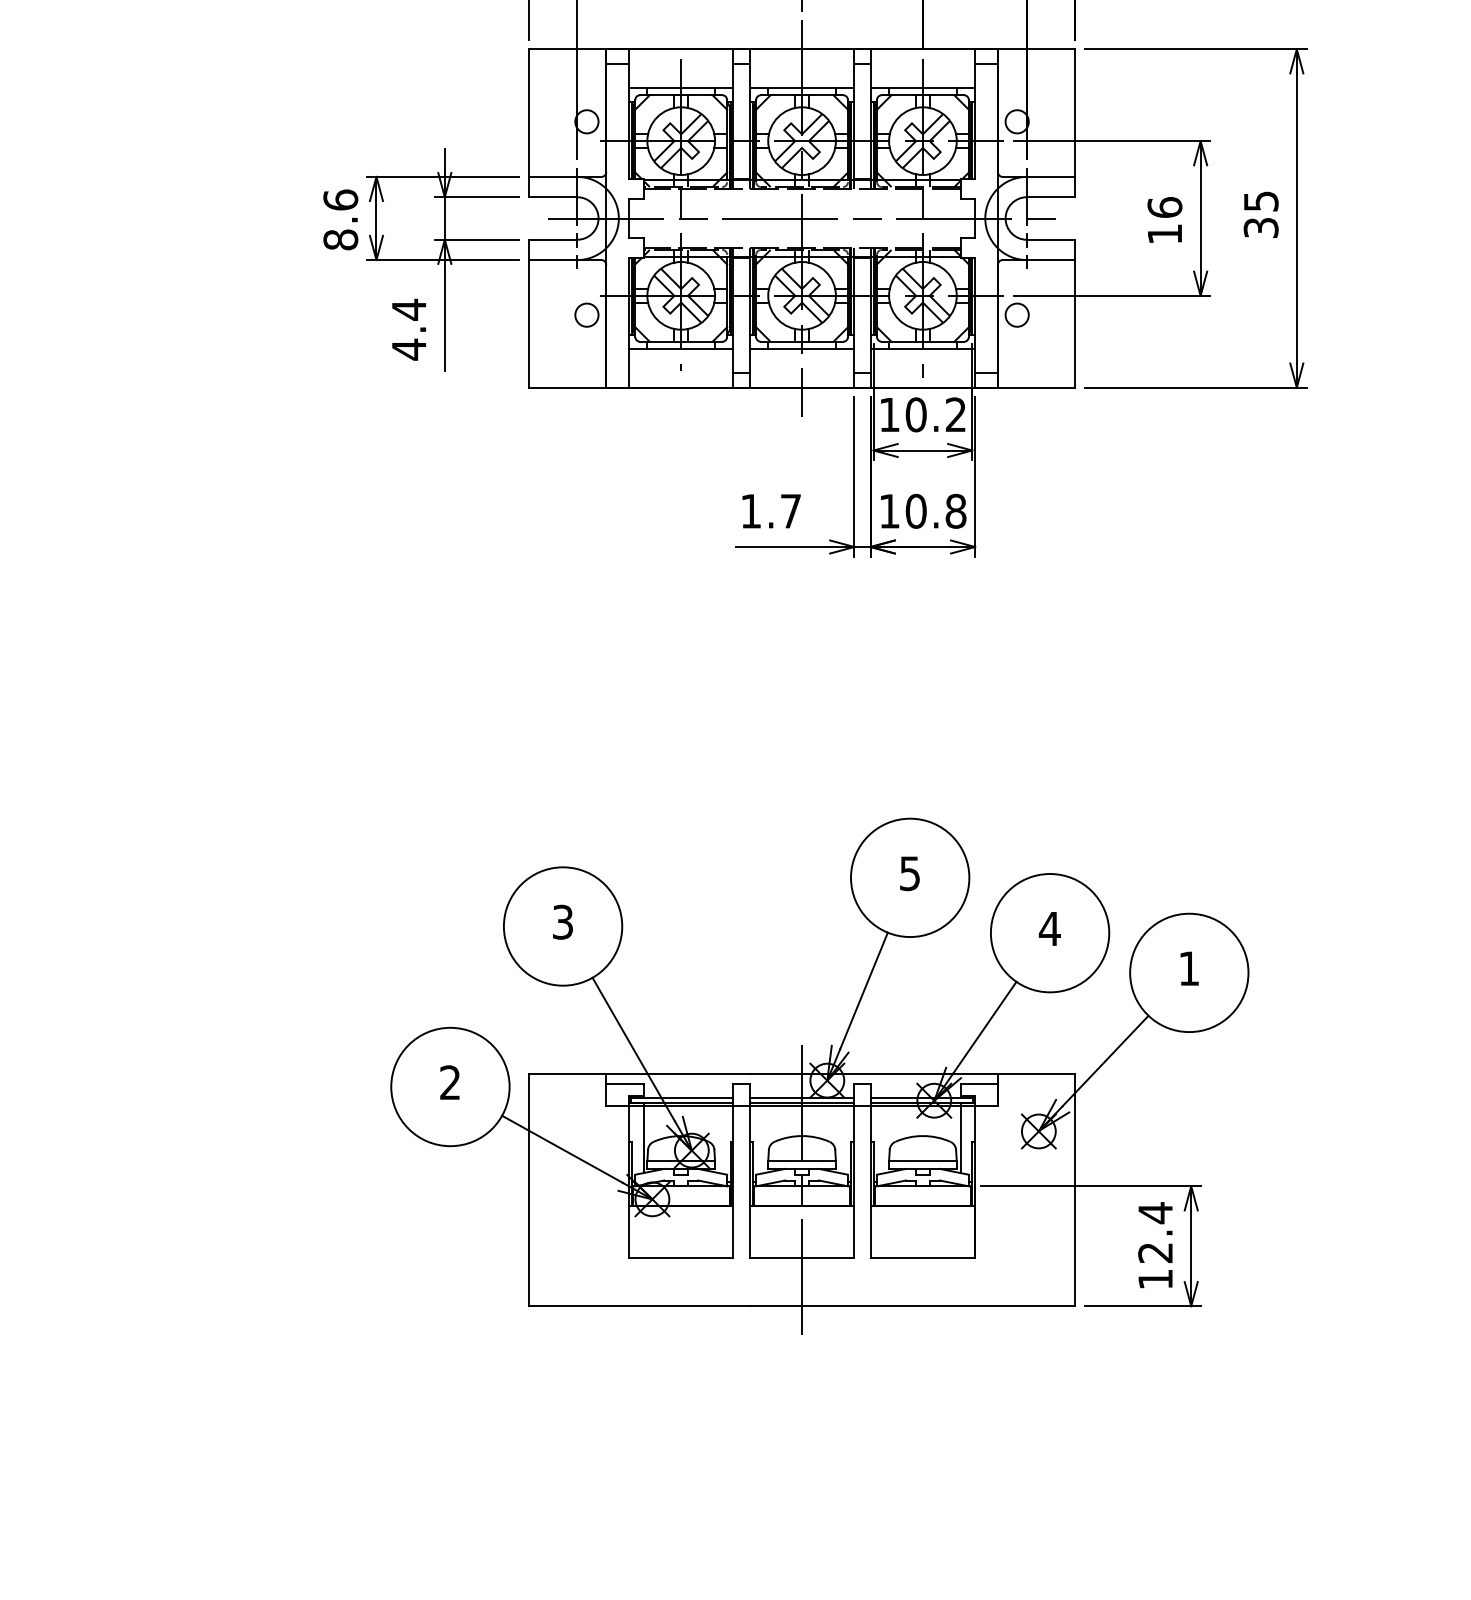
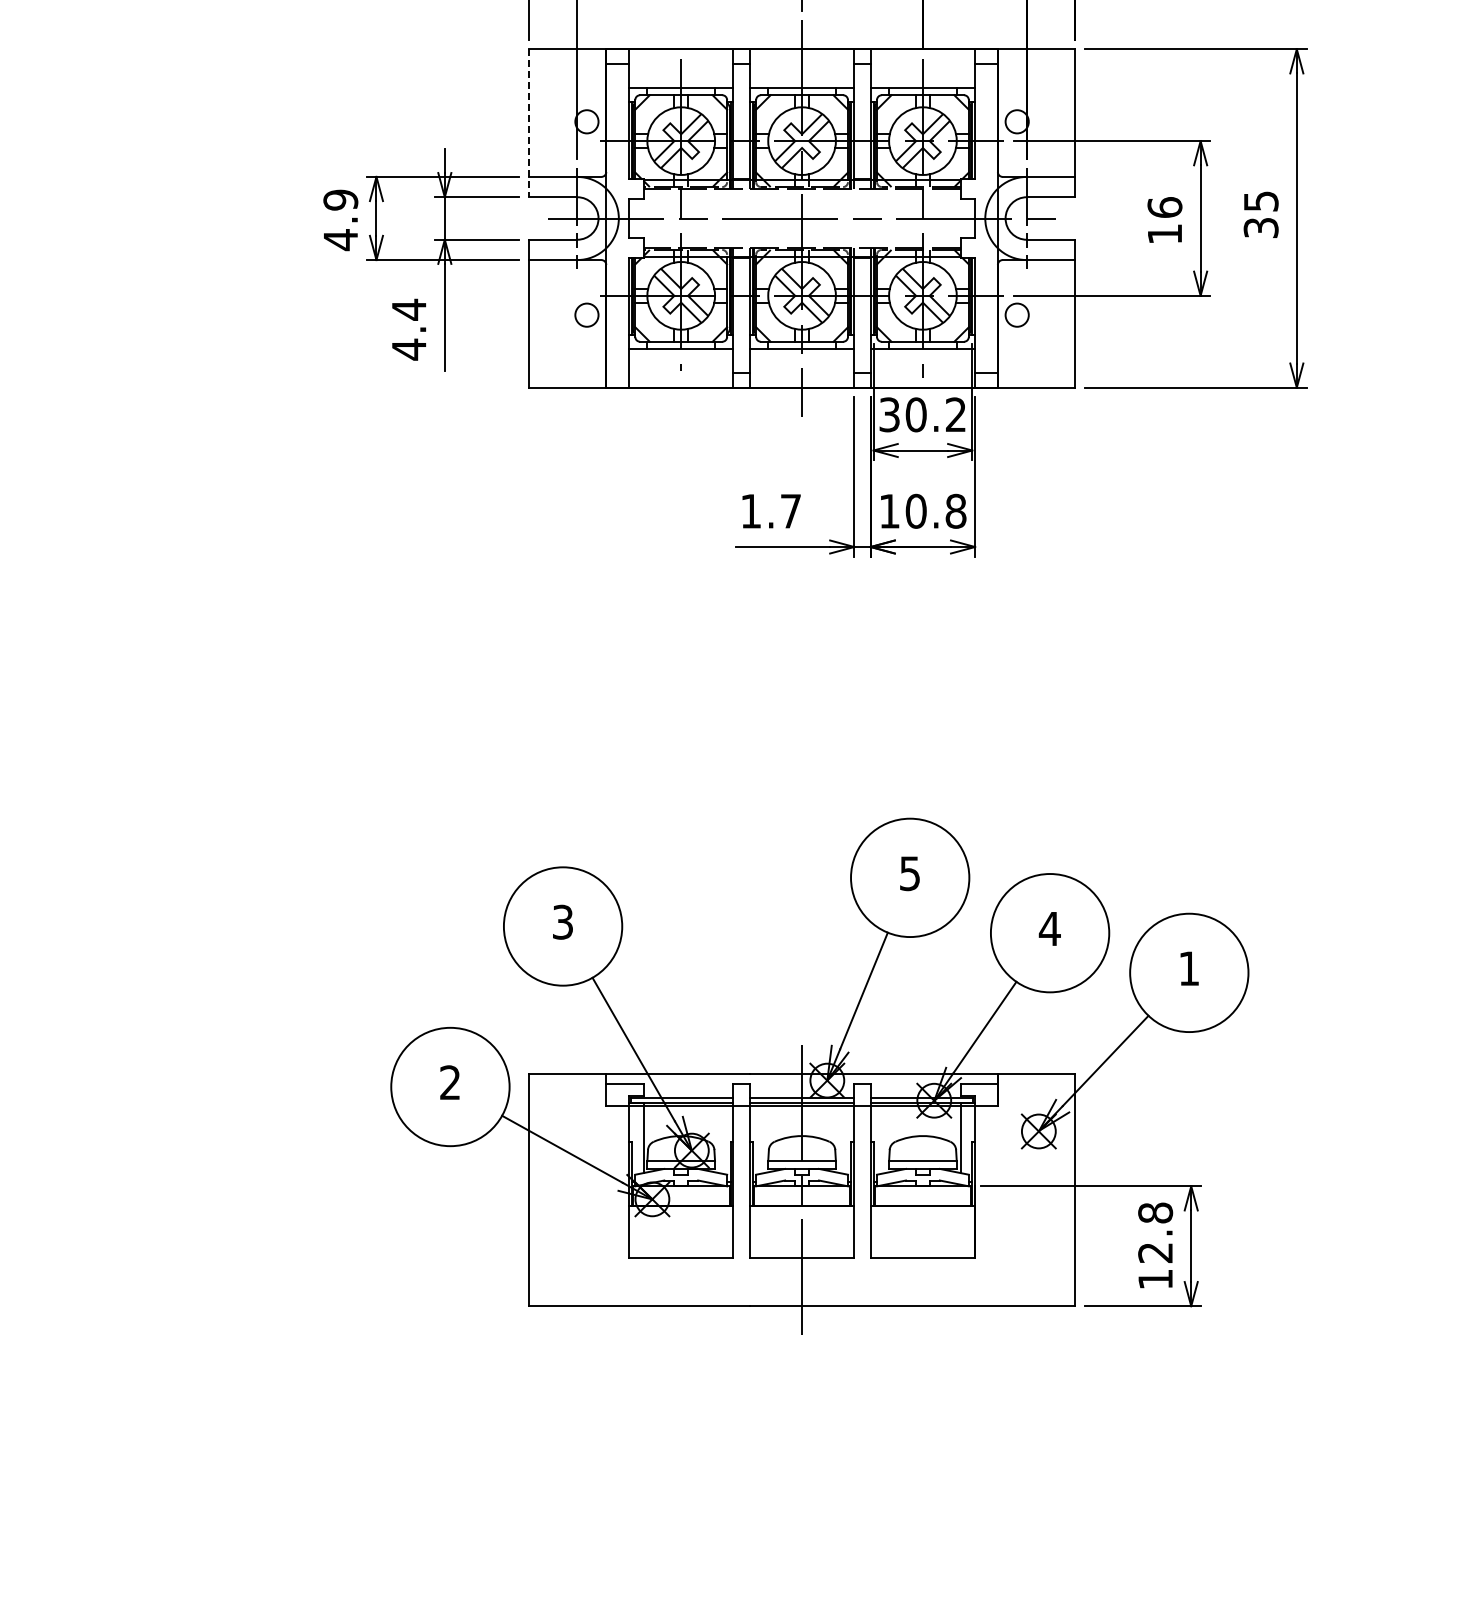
line at (528, 123): solid -> dashed
text at (340, 220): 8.6 -> 4.9
text at (889, 414): 10.2 -> 30.2
text at (1155, 1213): 12.4 -> 12.8
